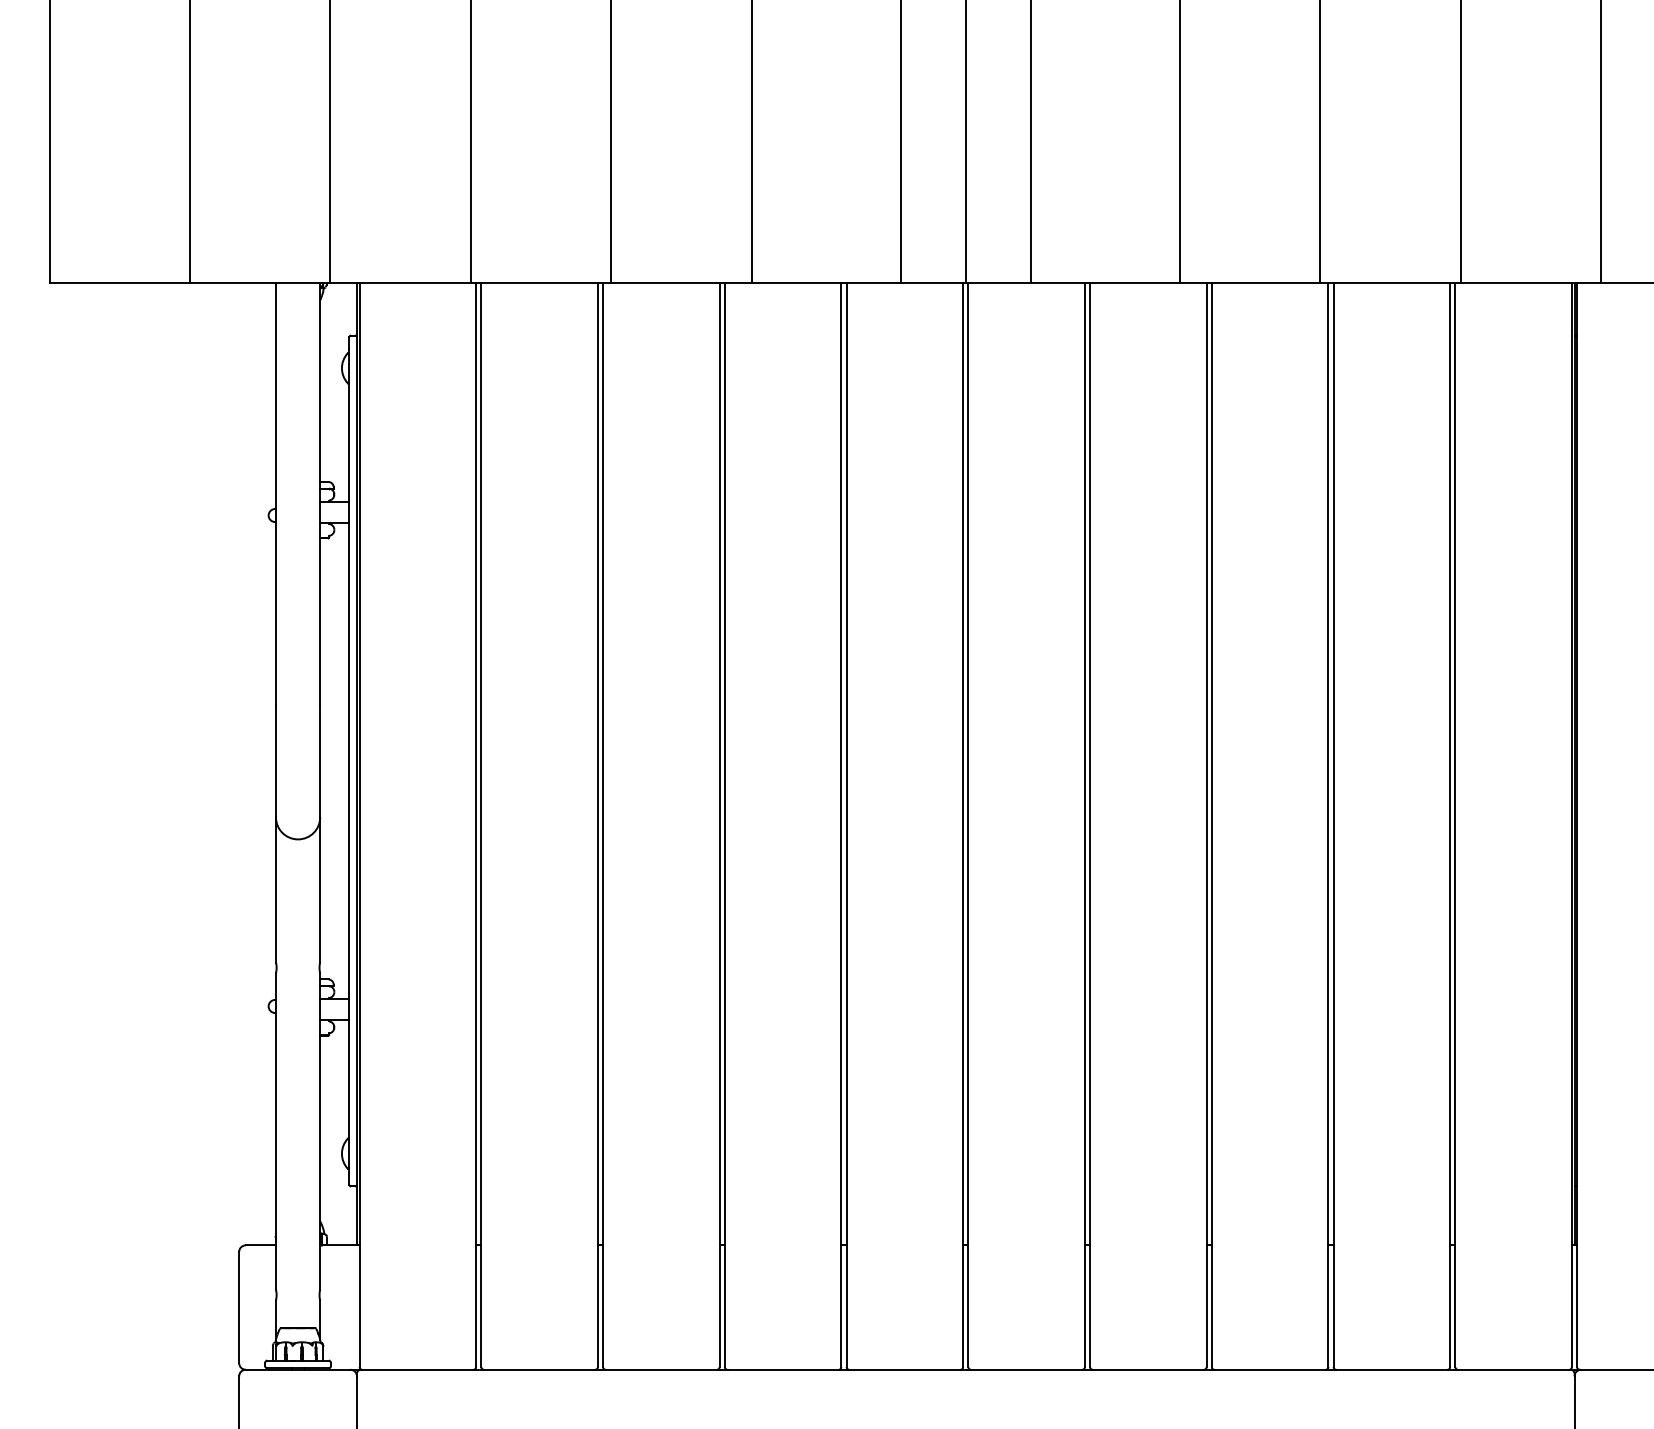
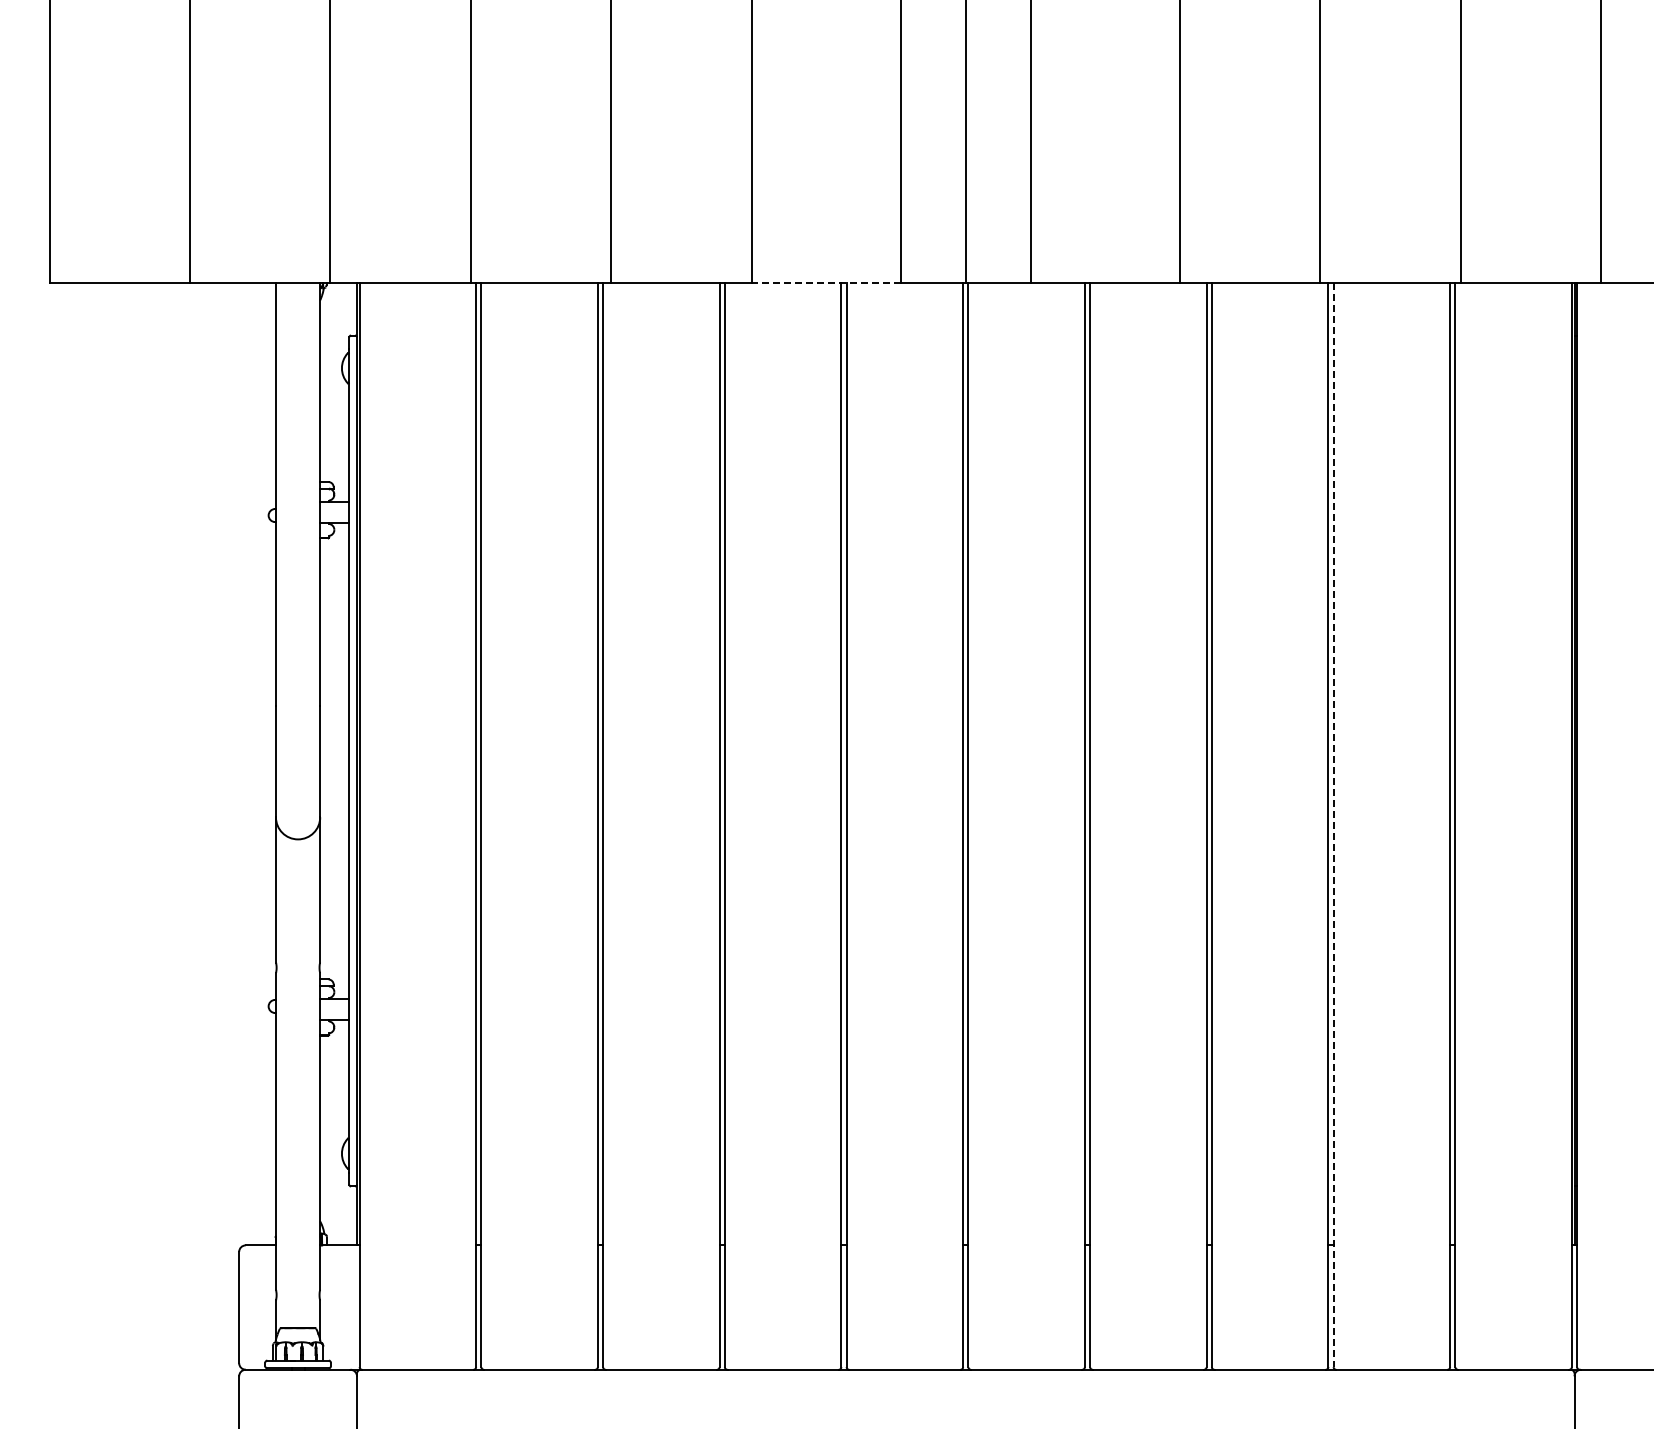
line at (826, 283): solid -> dashed
line at (1333, 825): solid -> dashed
